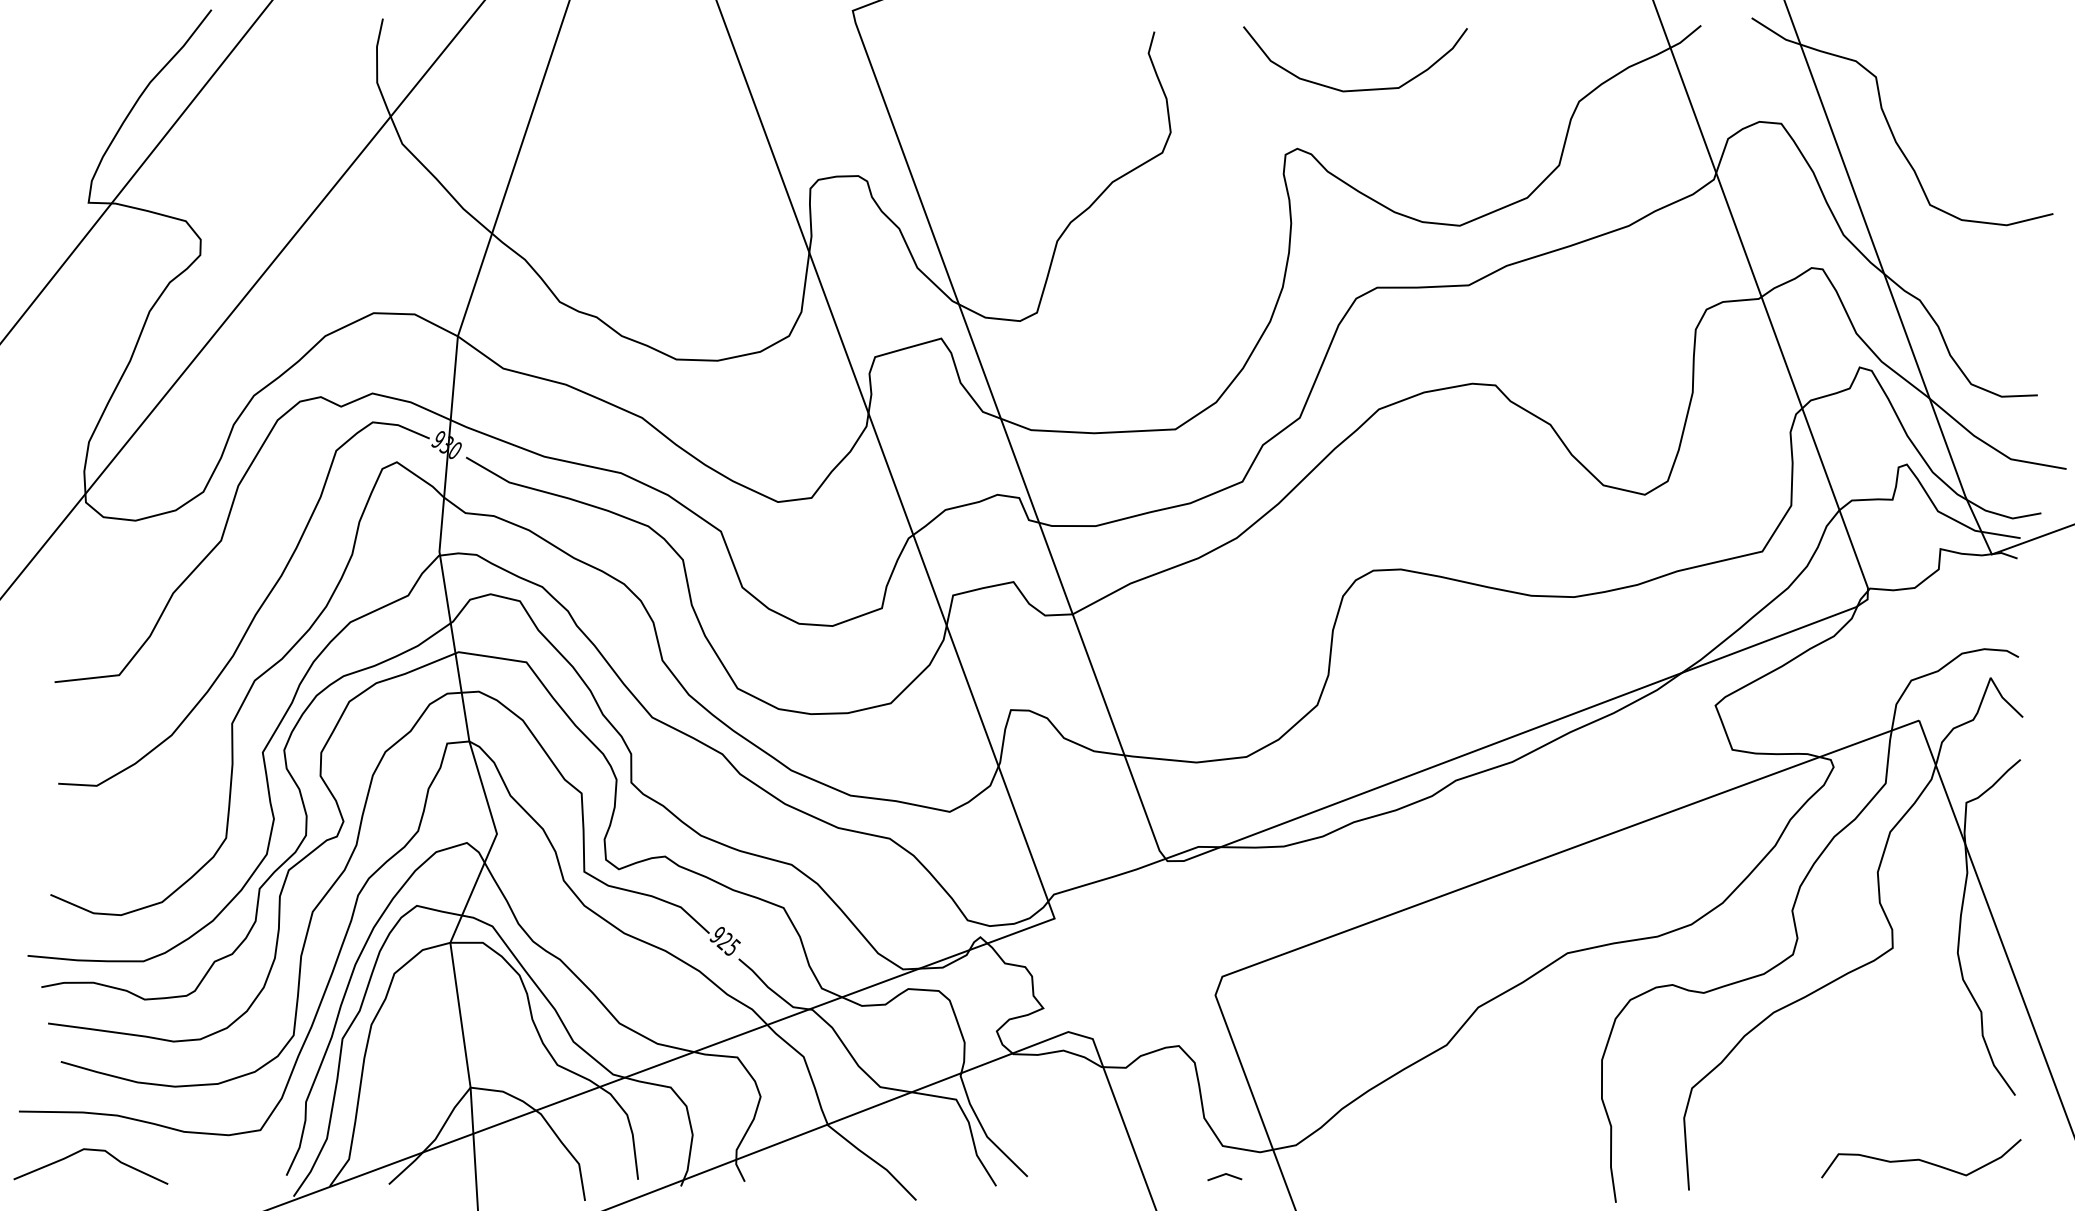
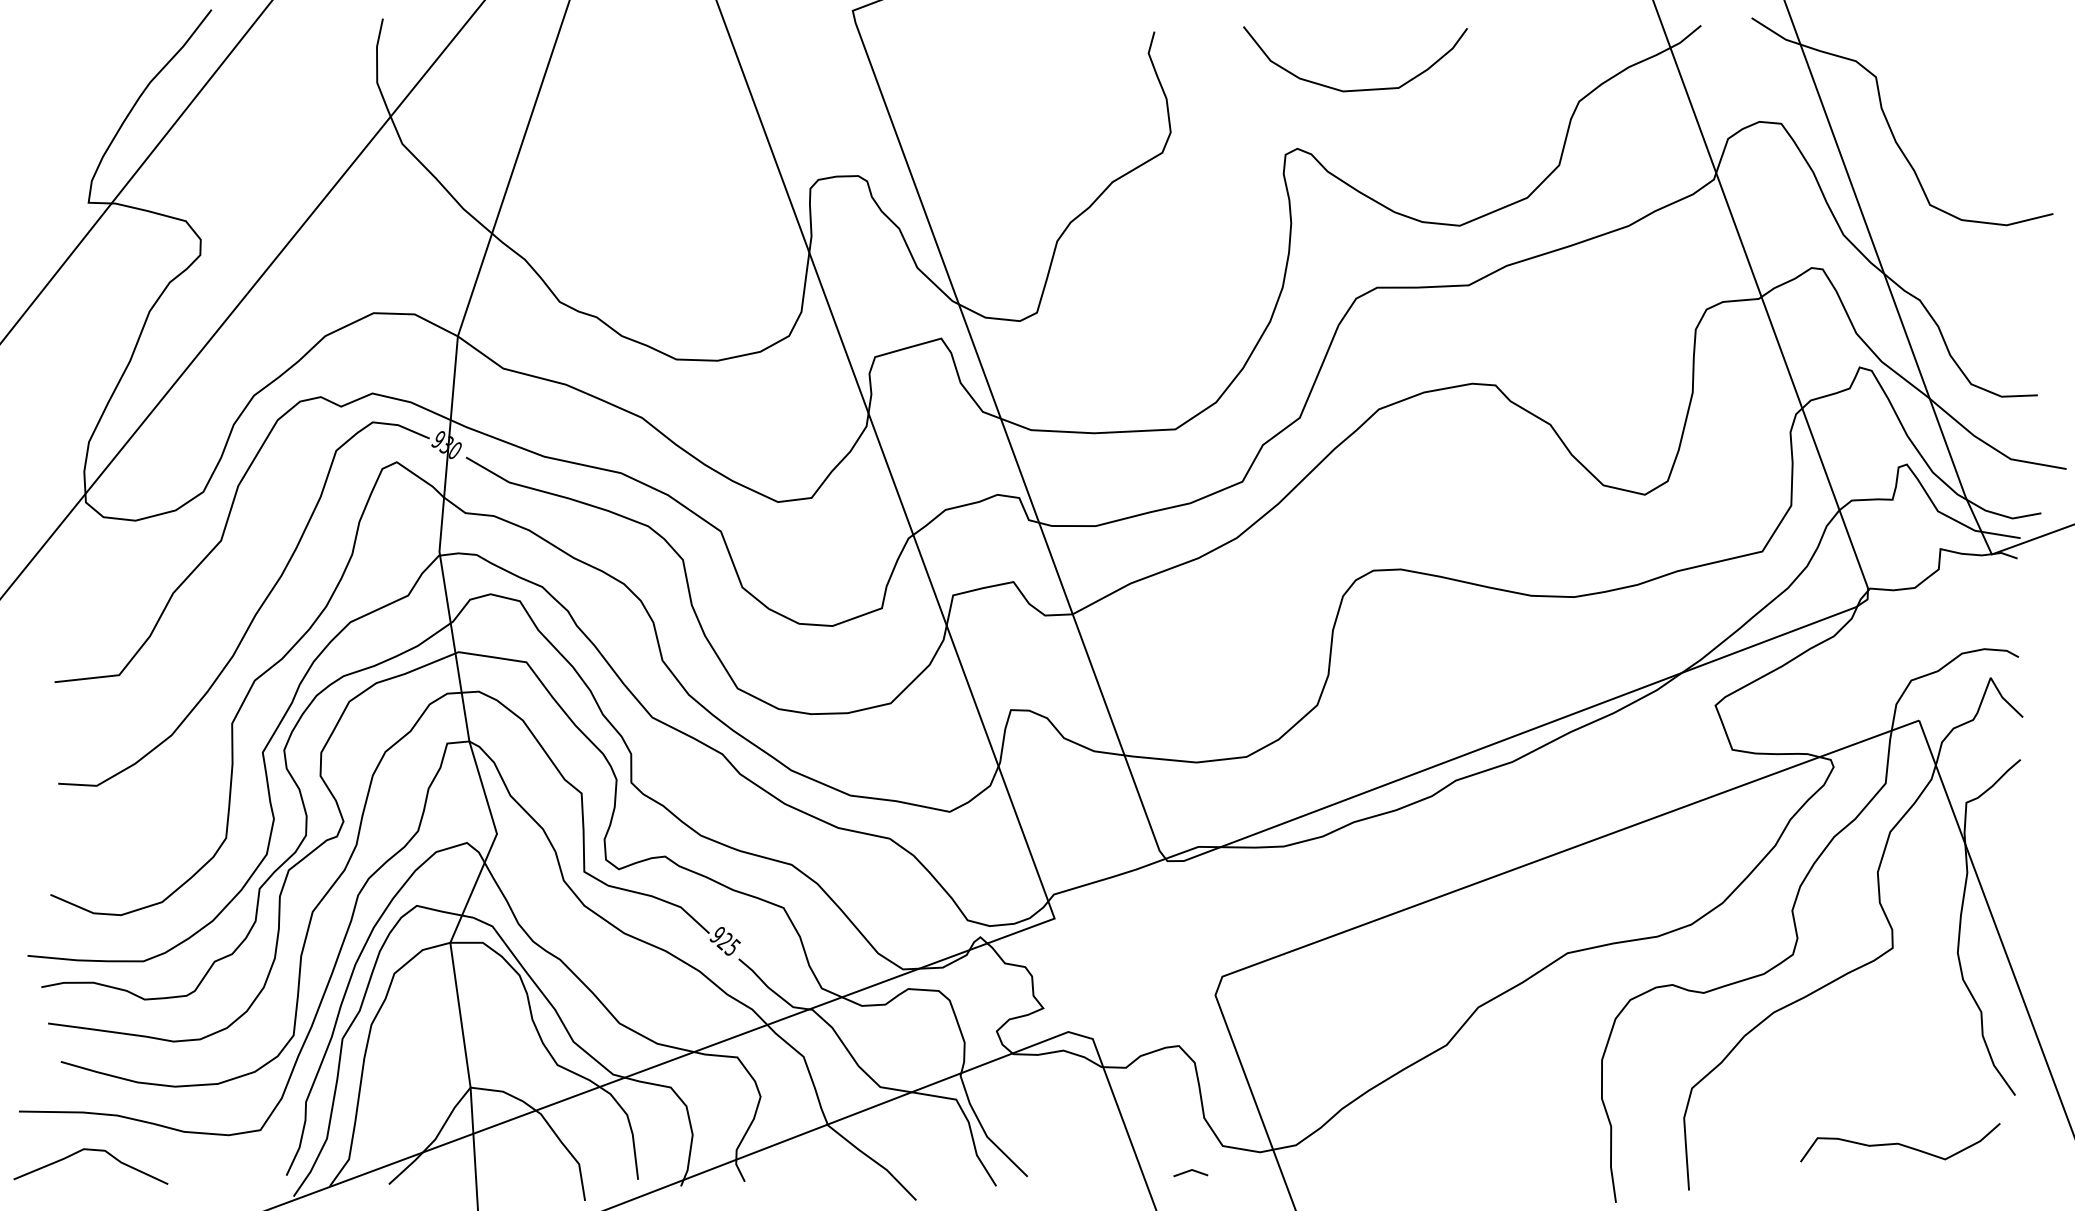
curve at (1921, 1159) position: (1921, 1159) -> (1900, 1143)
line at (1224, 1175) position: (1224, 1175) -> (1190, 1171)
